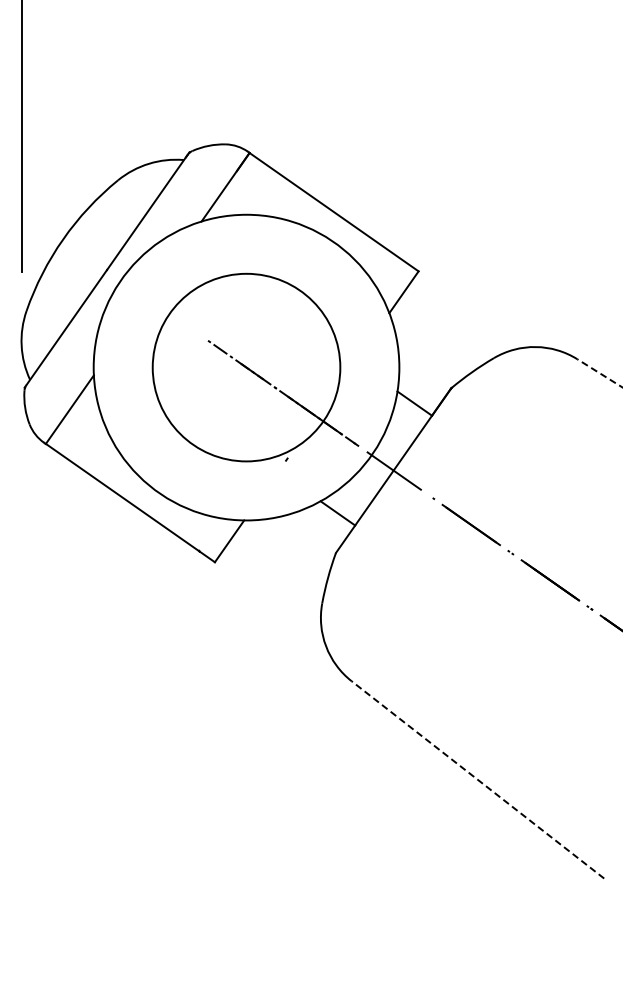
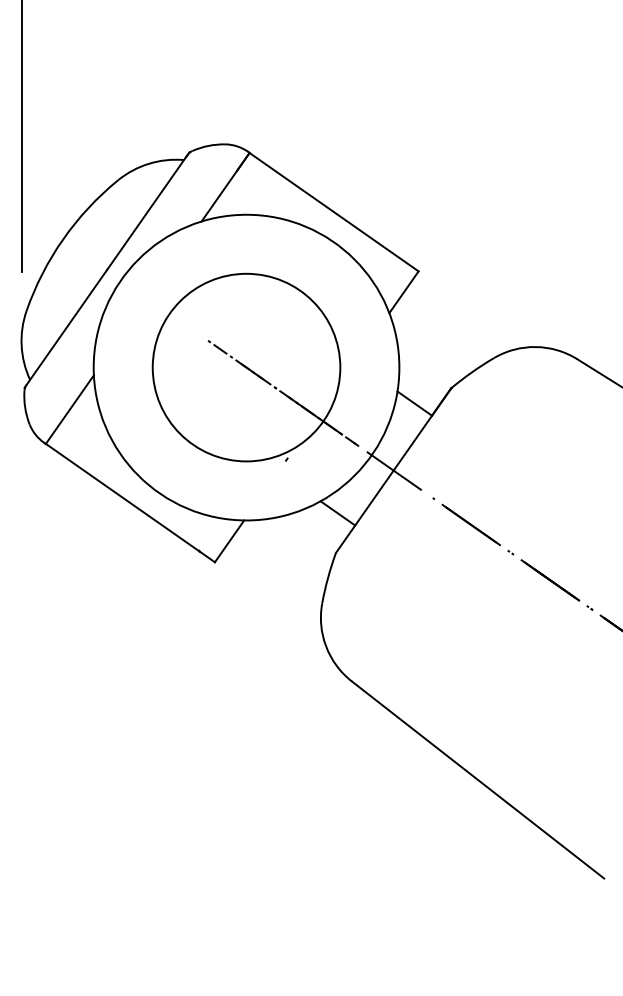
line at (599, 373): dashed -> solid
line at (477, 779): dashed -> solid
